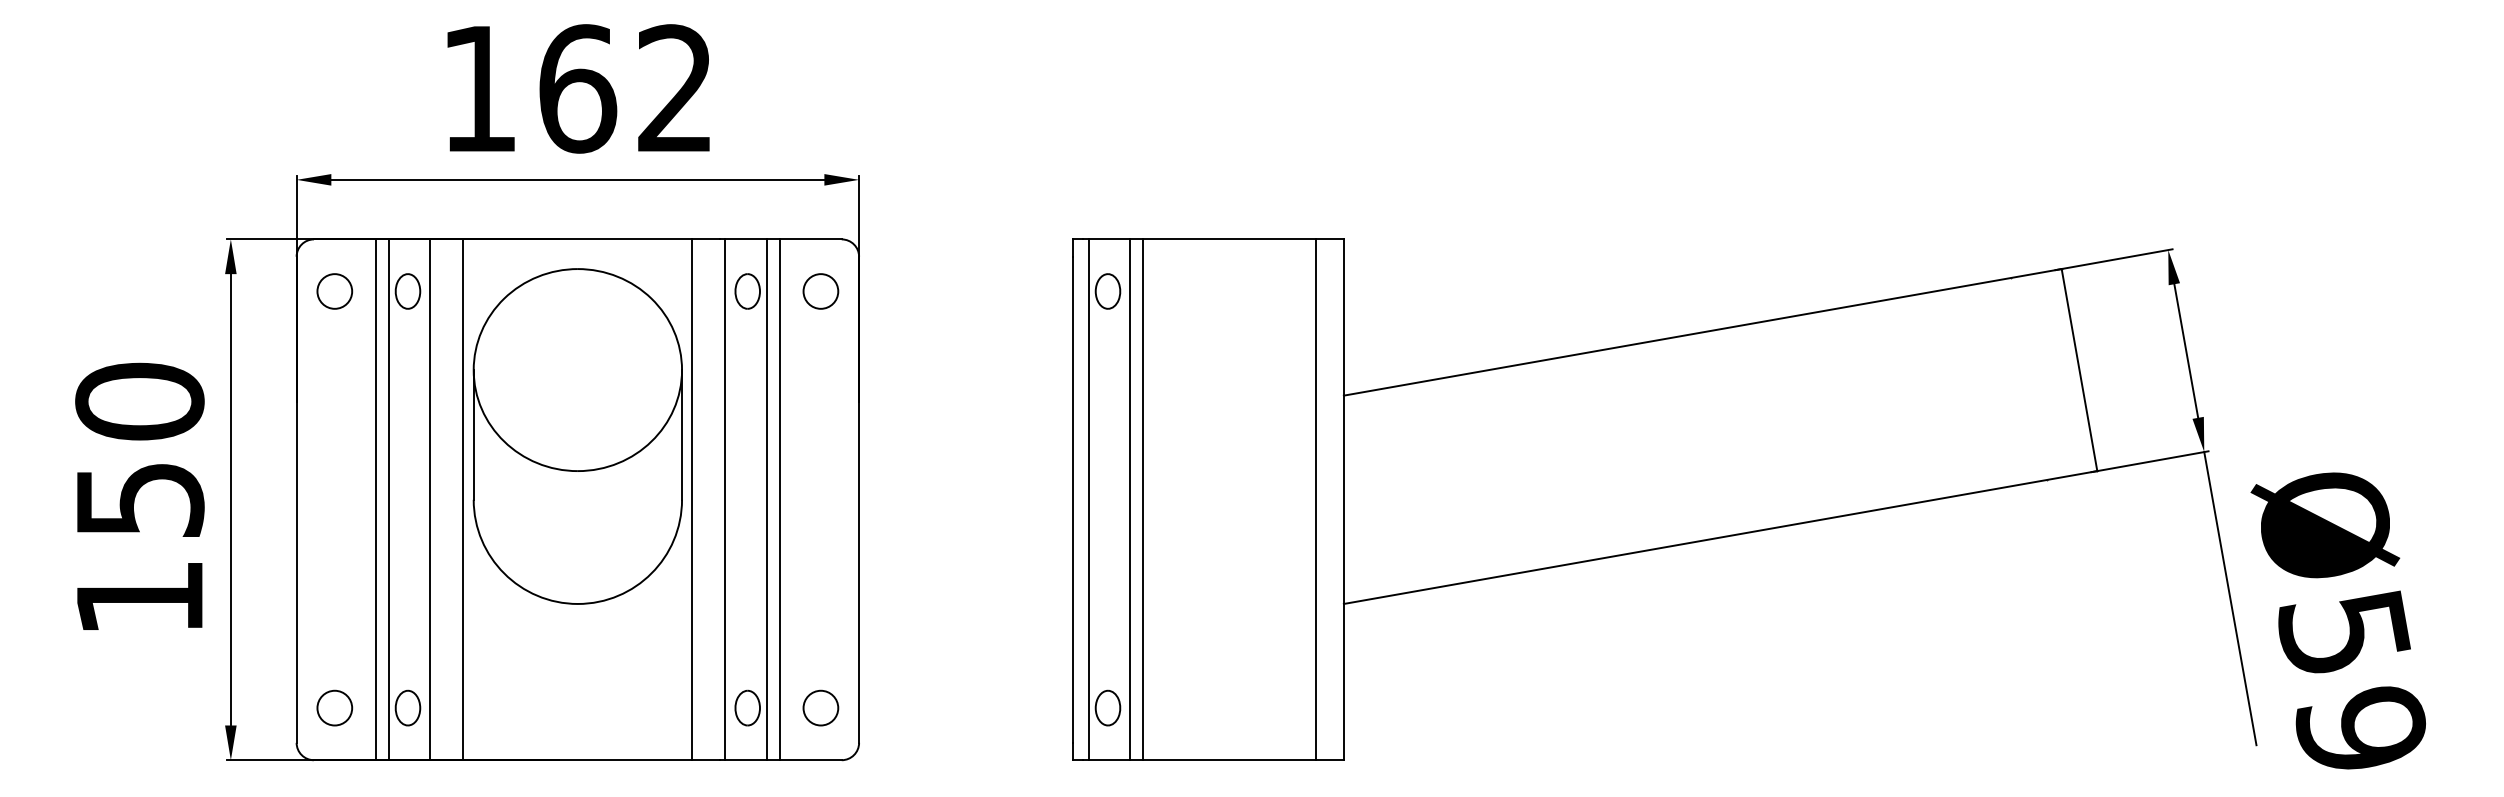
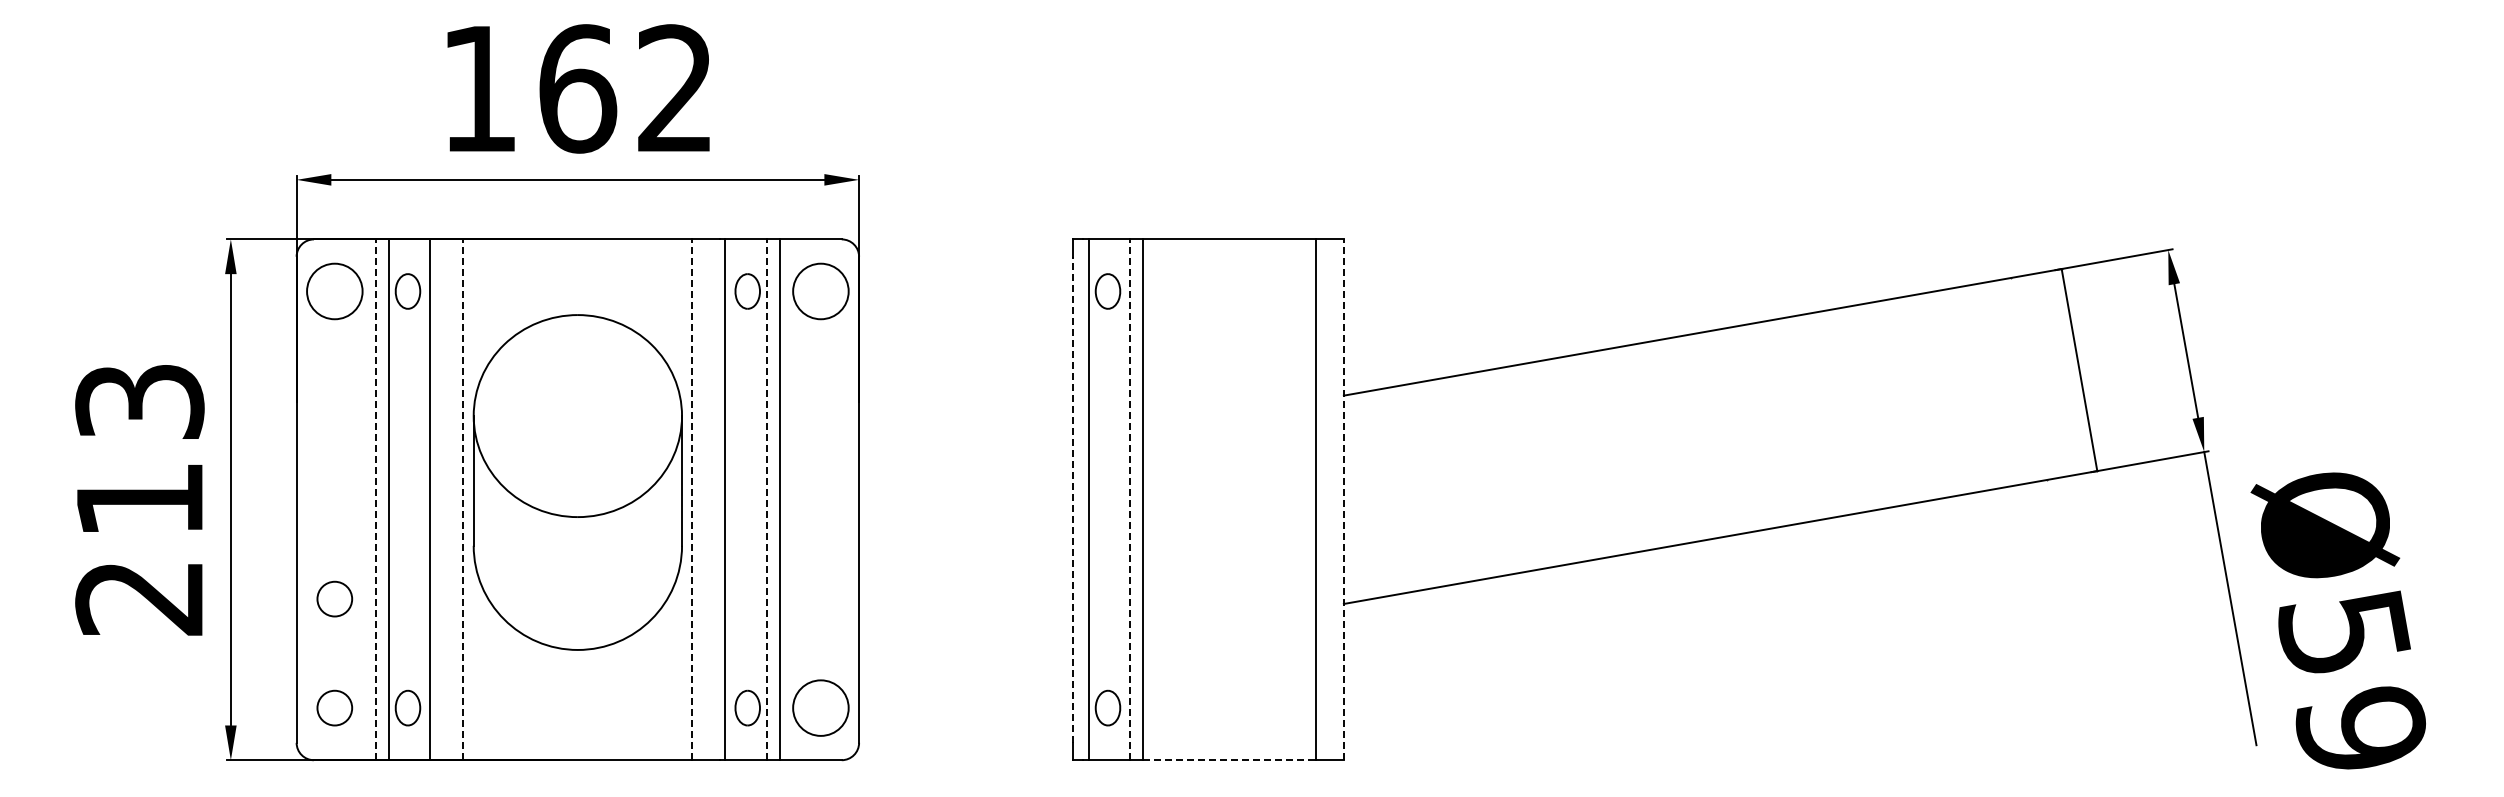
circle at (334, 291) diameter: 35 px -> 56 px
circle at (820, 291) diameter: 35 px -> 56 px
part at (577, 436) position: (577, 436) -> (577, 482)
text at (139, 498): 150 -> 213
line at (376, 499): solid -> dashed
line at (463, 499): solid -> dashed
line at (692, 499): solid -> dashed
line at (767, 499): solid -> dashed
line at (1073, 499): solid -> dashed
line at (1130, 499): solid -> dashed
line at (1343, 499): solid -> dashed
circle at (334, 598): none -> present
circle at (820, 707) diameter: 35 px -> 56 px
line at (1229, 760): solid -> dashed
